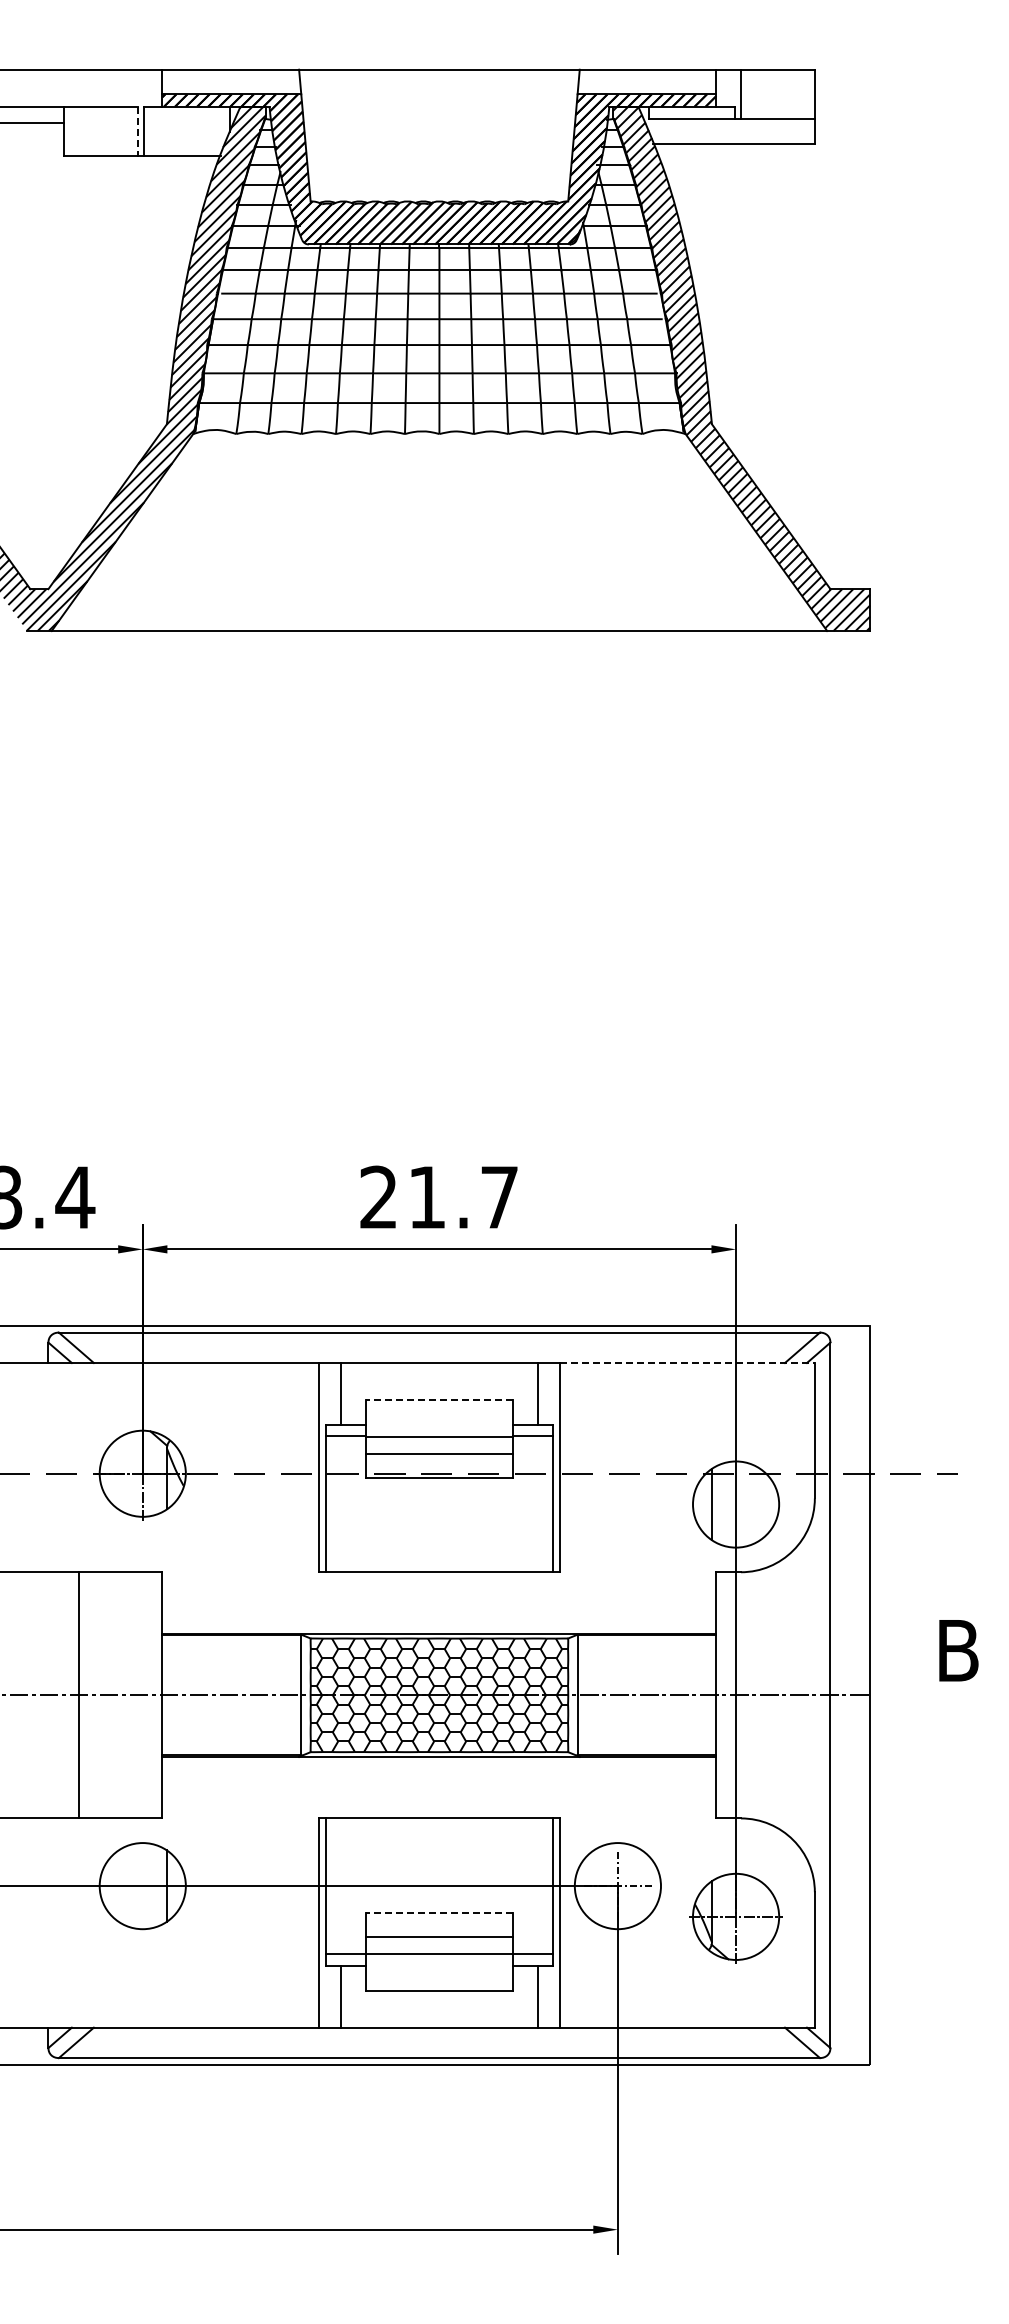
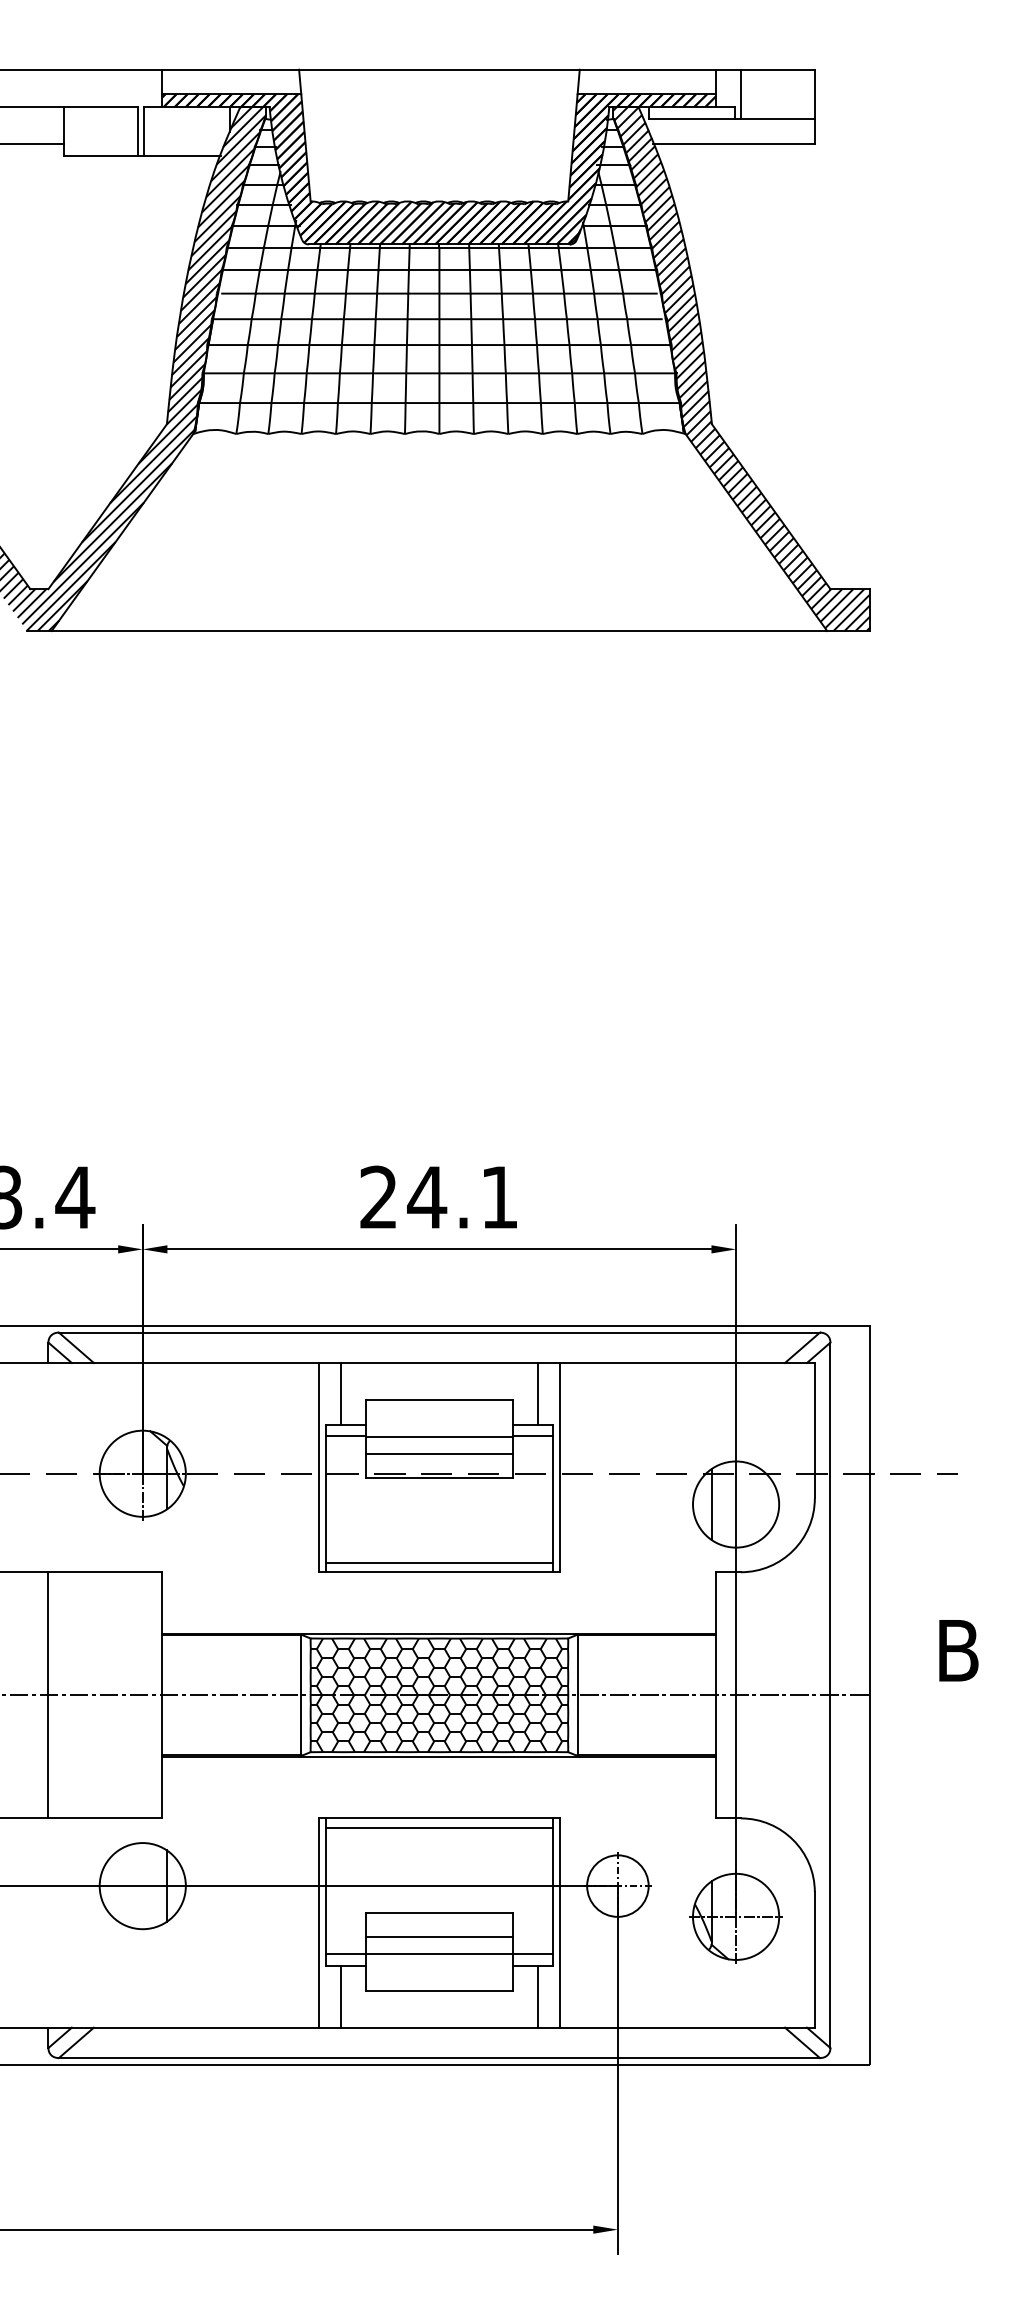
line at (33, 122) position: (33, 122) -> (33, 143)
line at (137, 131): dashed -> solid
text at (462, 1197): 21.7 -> 24.1
line at (687, 1362): dashed -> solid
line at (439, 1399): dashed -> solid
line at (439, 1562): none -> present
line at (79, 1695) position: (79, 1695) -> (48, 1695)
line at (439, 1827): none -> present
circle at (617, 1886) diameter: 86 px -> 62 px
line at (439, 1912): dashed -> solid
